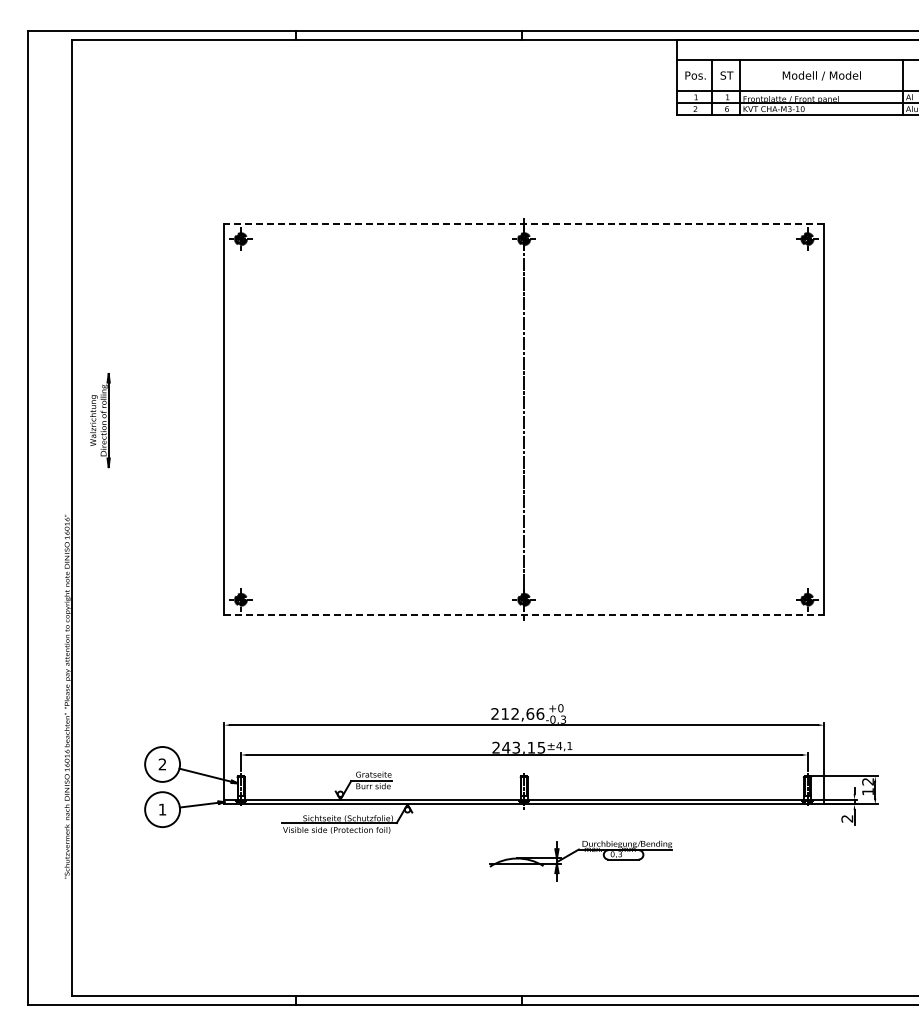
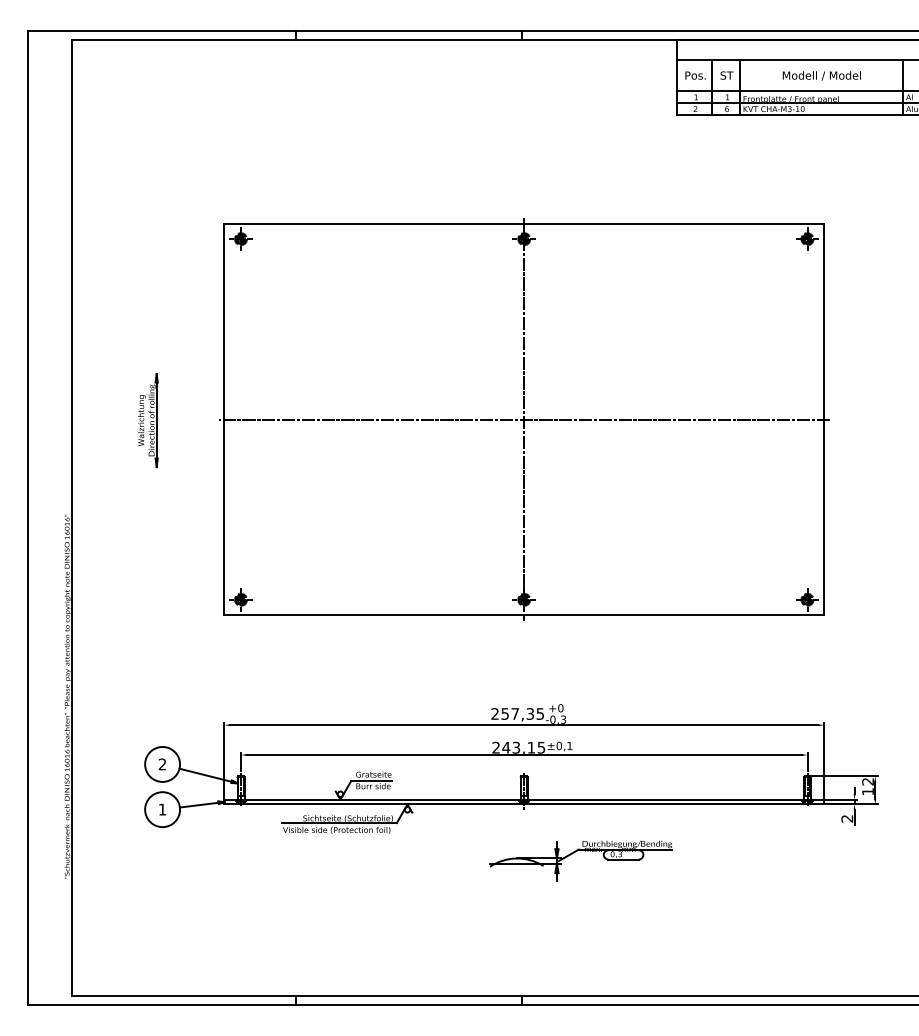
line at (524, 223): dashed -> solid
line at (523, 419): none -> present
part at (100, 420) position: (100, 420) -> (148, 420)
line at (524, 615): dashed -> solid
text at (522, 713): 212,66 -> 257,35
text at (559, 745): ±4,1 -> ±0,1
